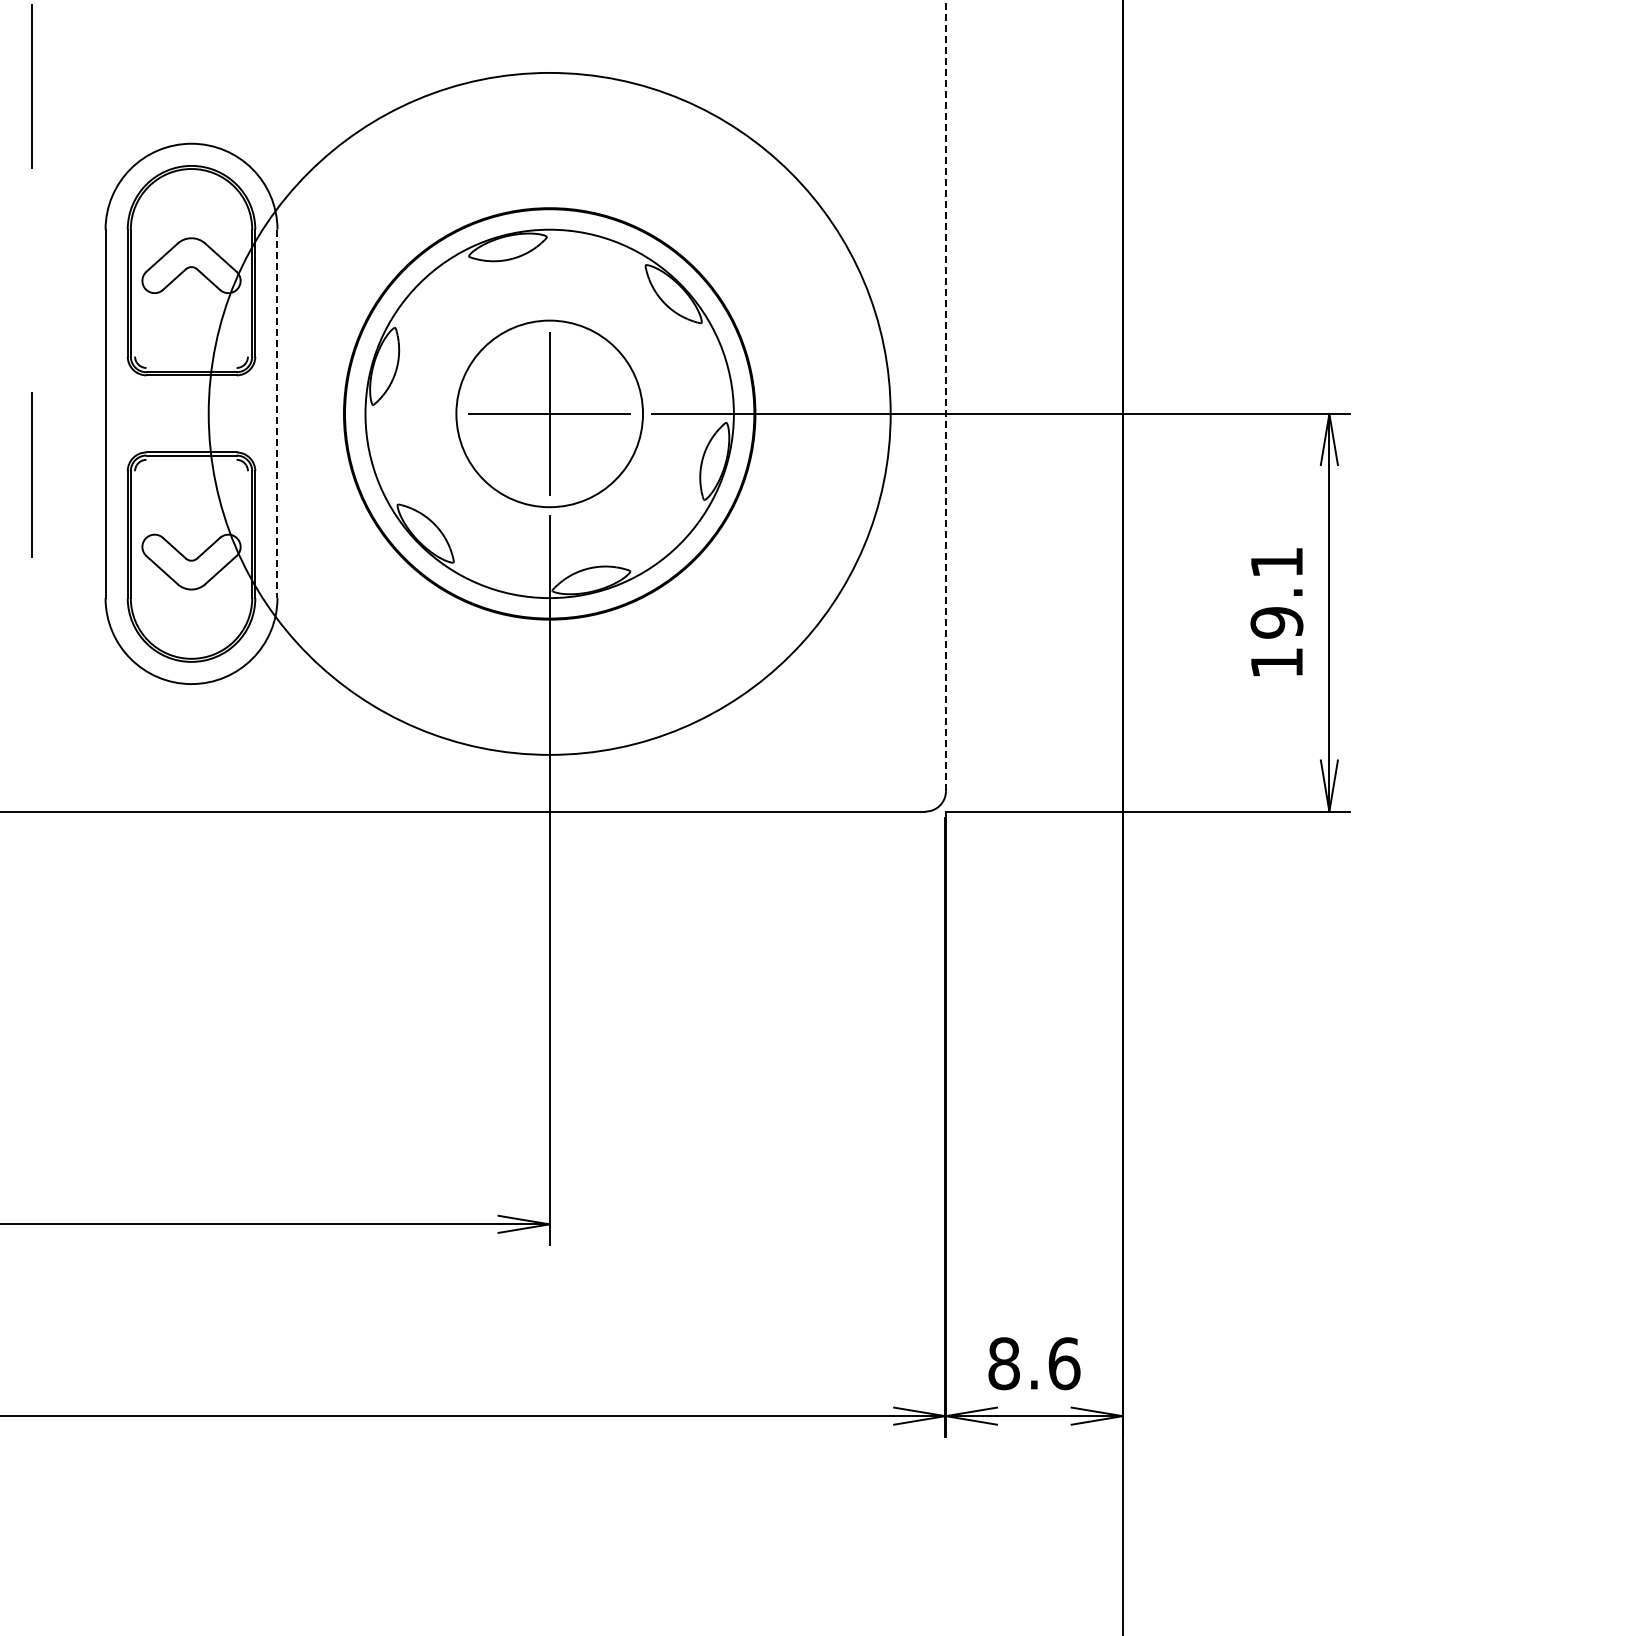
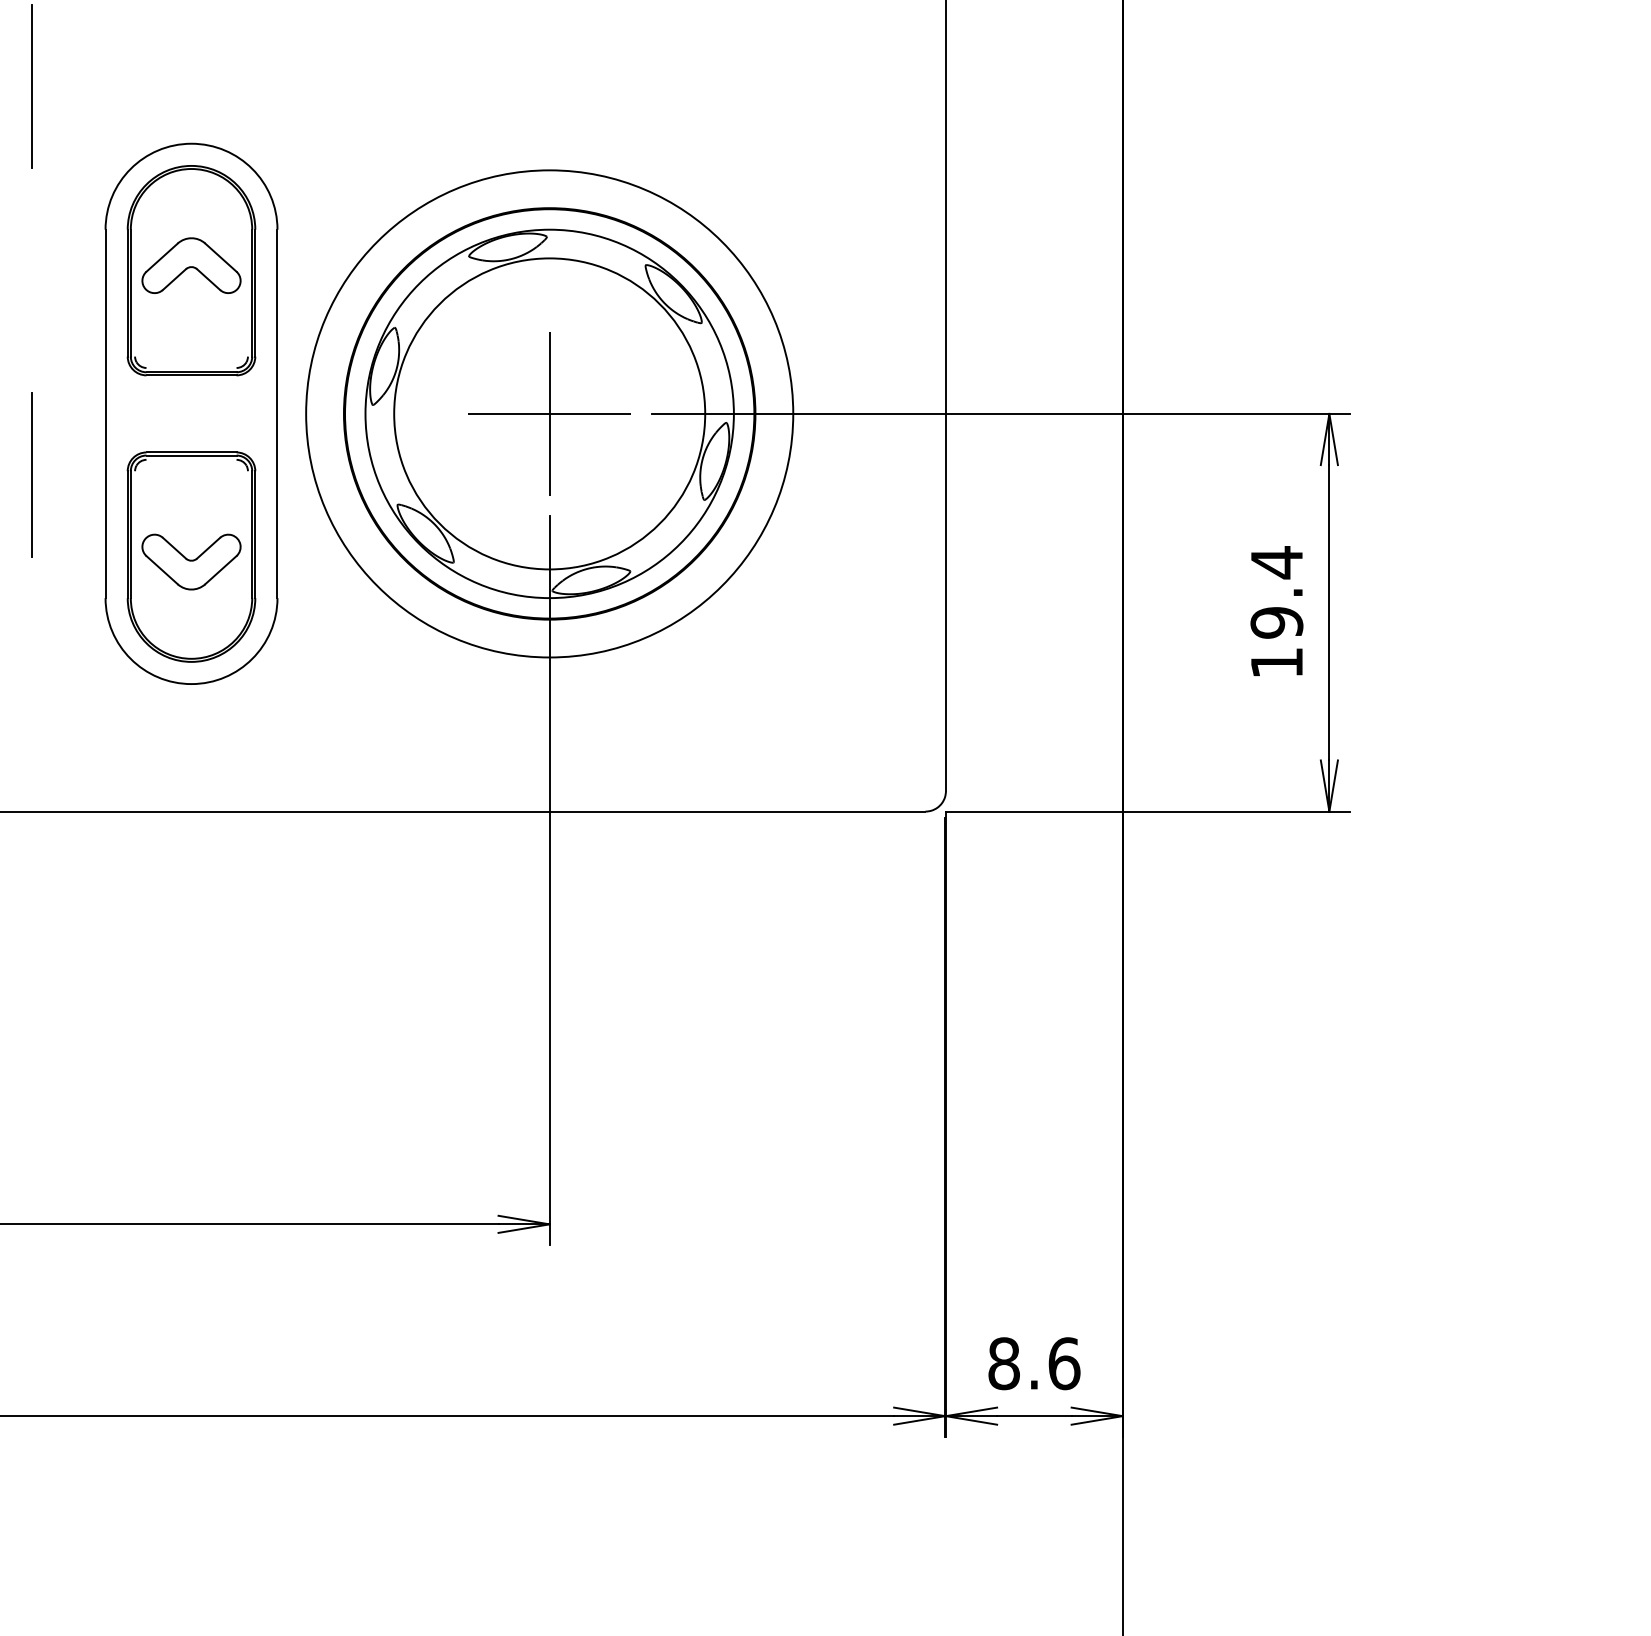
line at (945, 395): dashed -> solid
circle at (549, 413) diameter: 187 px -> 311 px
circle at (549, 413) diameter: 682 px -> 487 px
line at (277, 414): dashed -> solid
text at (1276, 562): 19.1 -> 19.4
